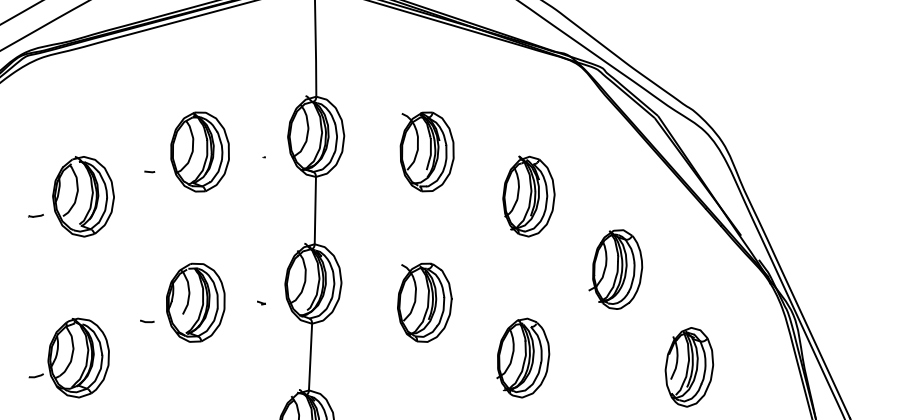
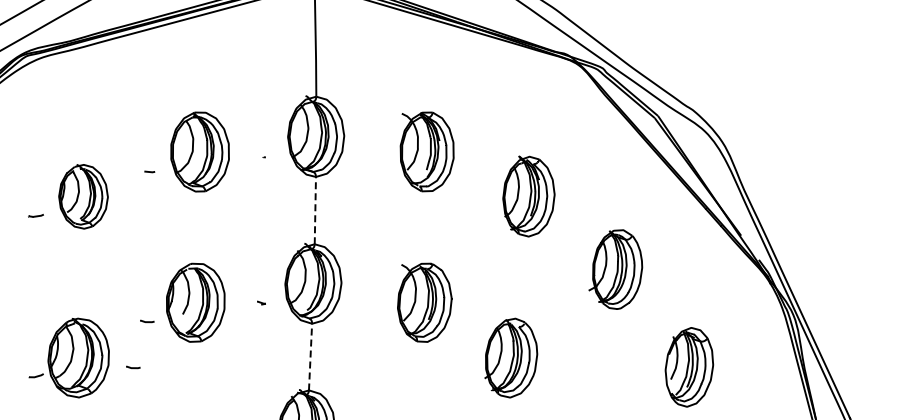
part at (83, 196) size: 63x82 px -> 51x66 px
line at (315, 210): solid -> dashed
line at (310, 356): solid -> dashed
part at (523, 357) position: (523, 357) -> (511, 357)
curve at (133, 367): none -> present
